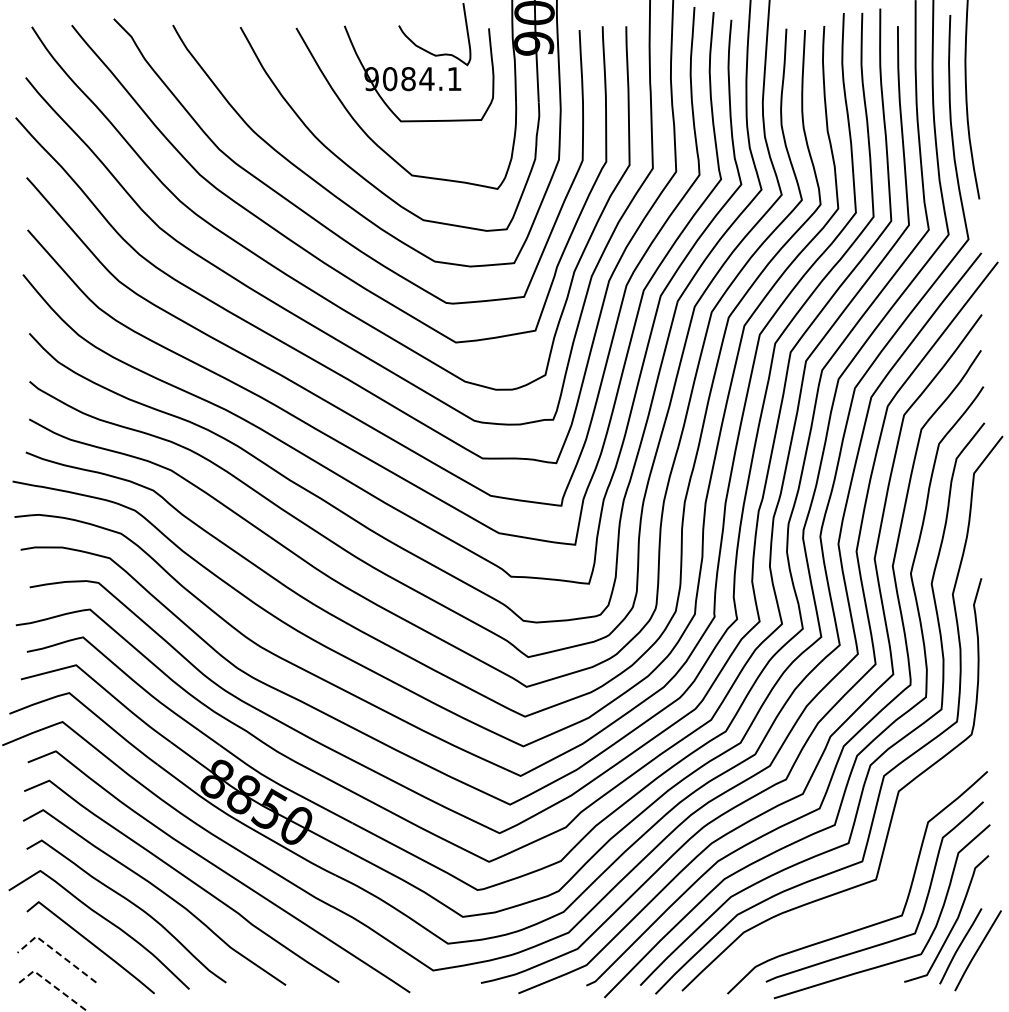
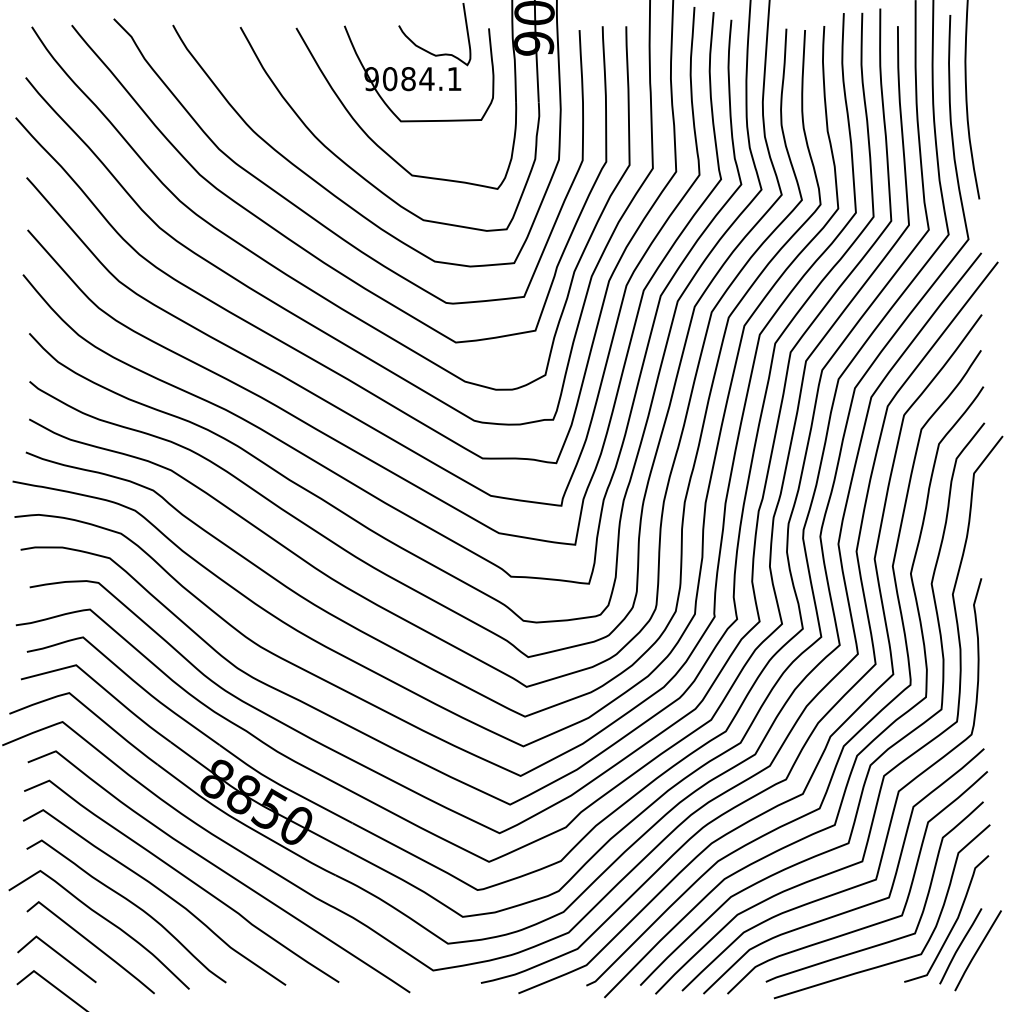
curve at (856, 907): none -> present
line at (56, 951): dashed -> solid
line at (51, 984): dashed -> solid
